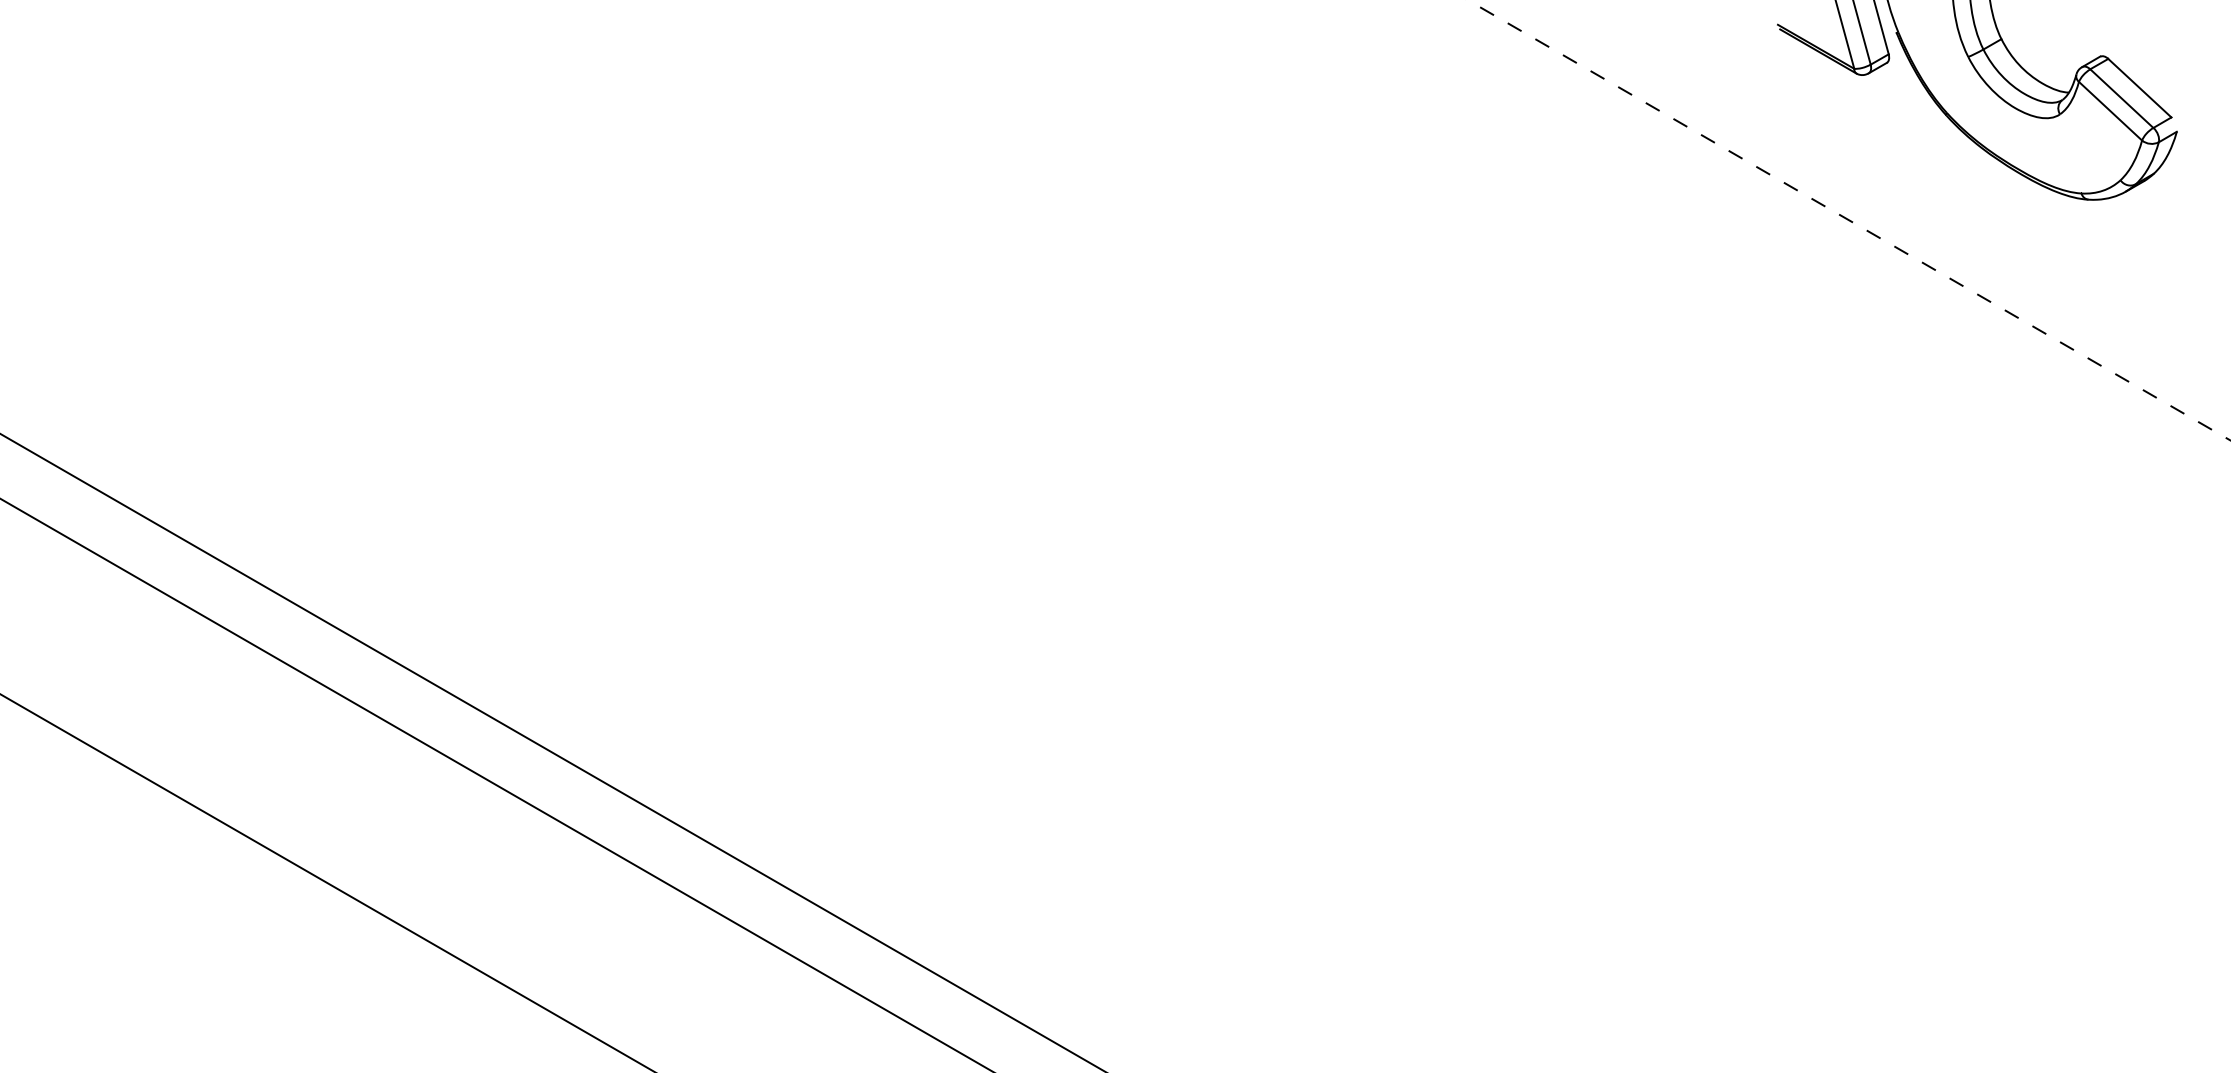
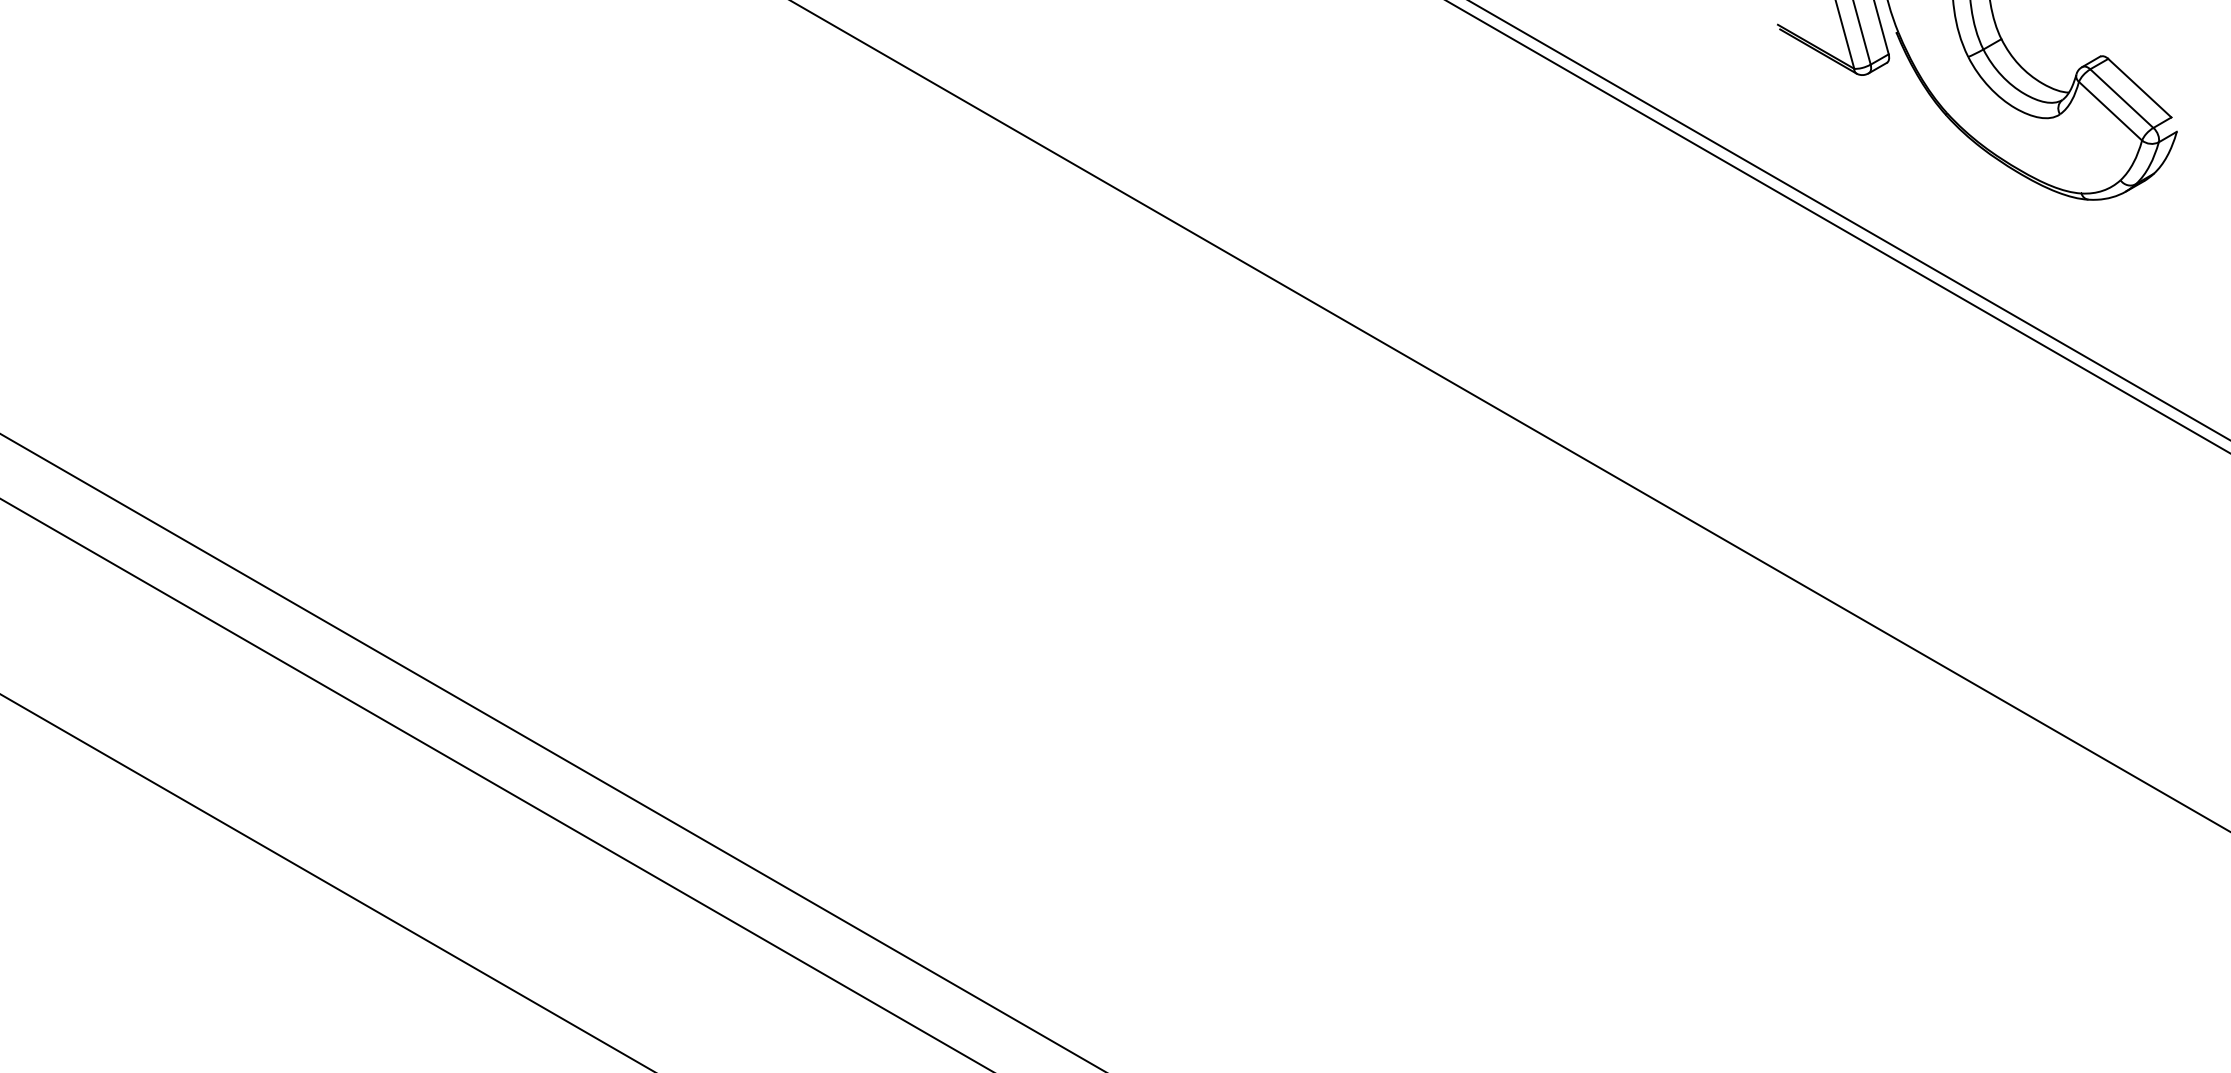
line at (1848, 220): dashed -> solid
line at (1838, 226): none -> present
line at (1510, 416): none -> present
